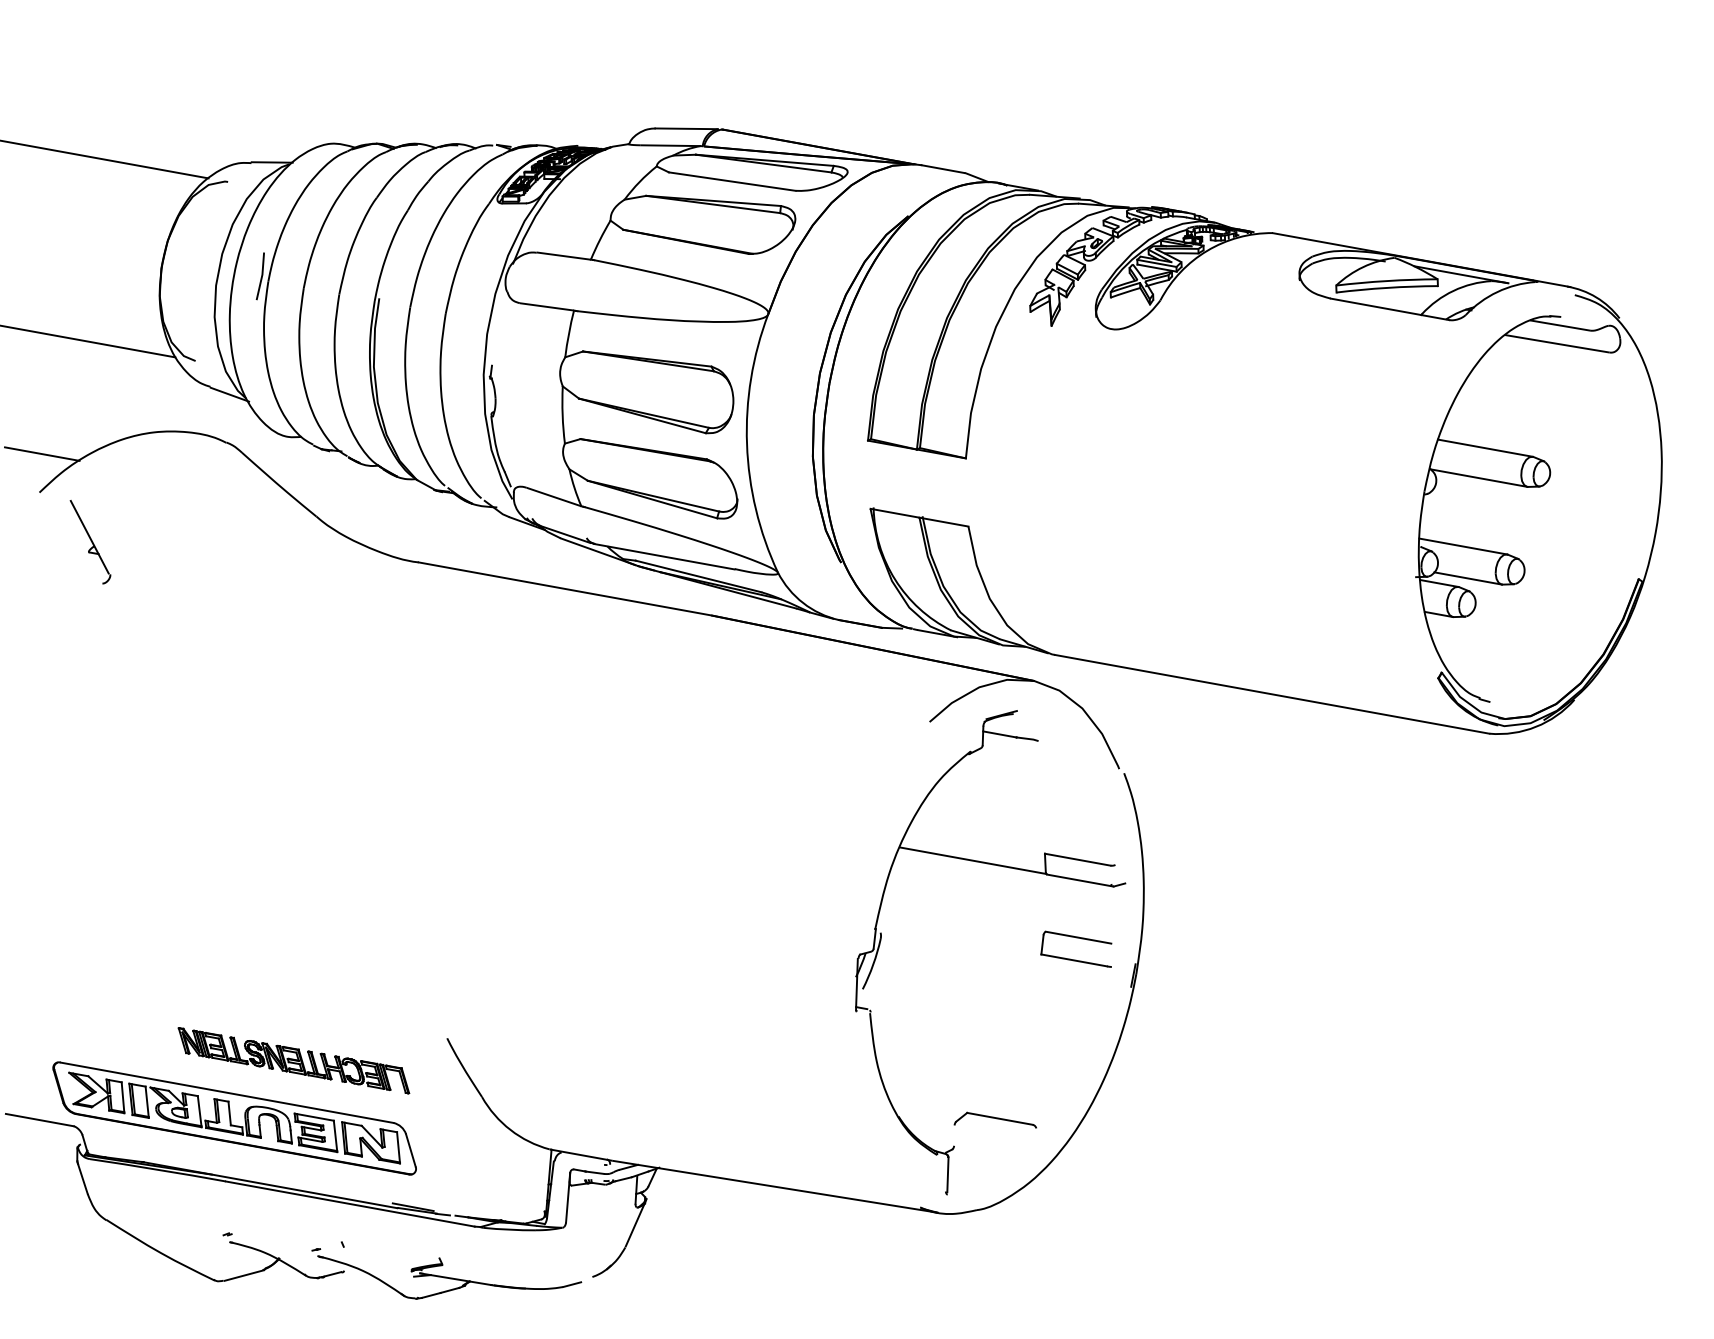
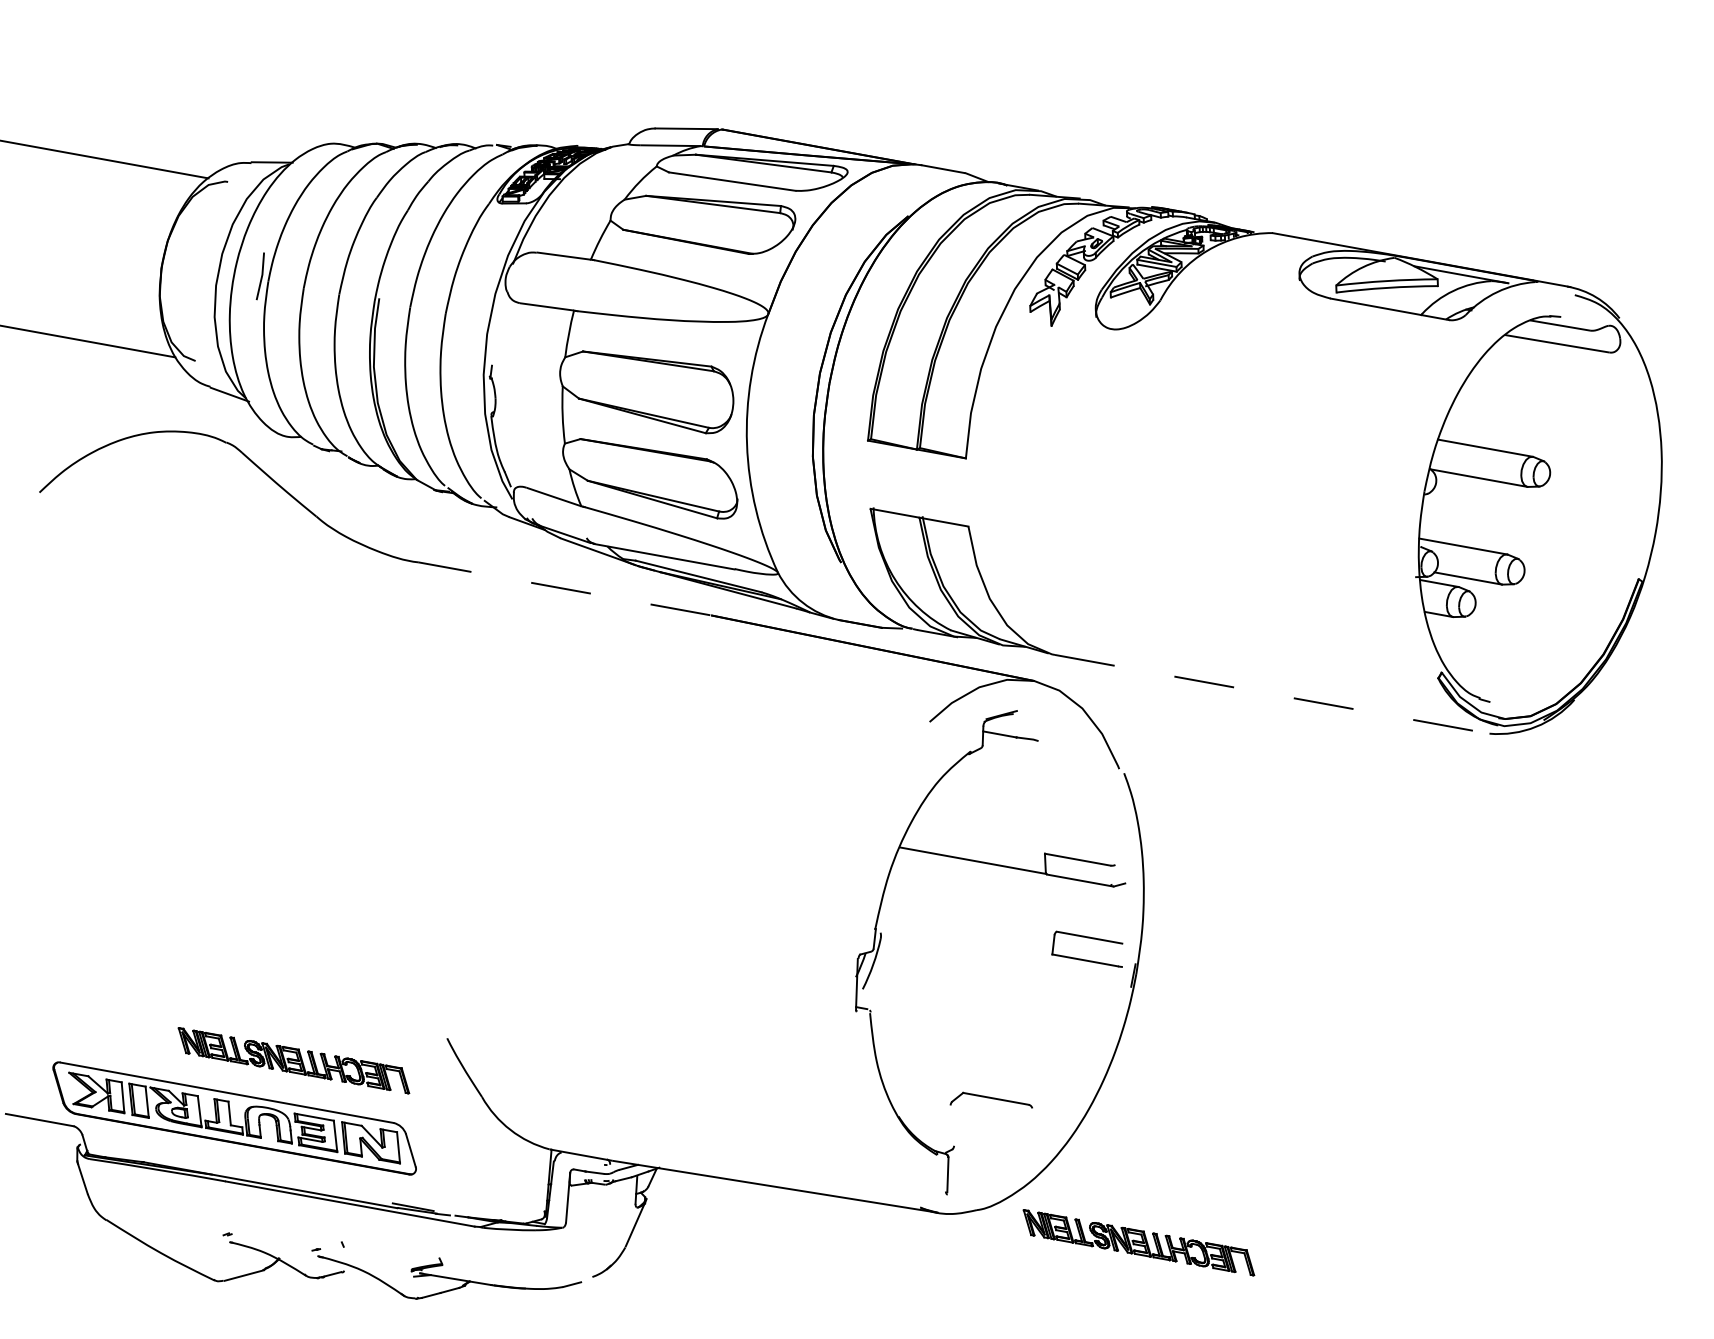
line at (41, 453): present -> none
part at (90, 542): present -> none
line at (564, 588): solid -> dashed
line at (1272, 694): solid -> dashed
part at (1076, 938) position: (1076, 938) -> (1087, 938)
part at (994, 1119) position: (994, 1119) -> (990, 1099)
part at (1138, 1242): none -> present
